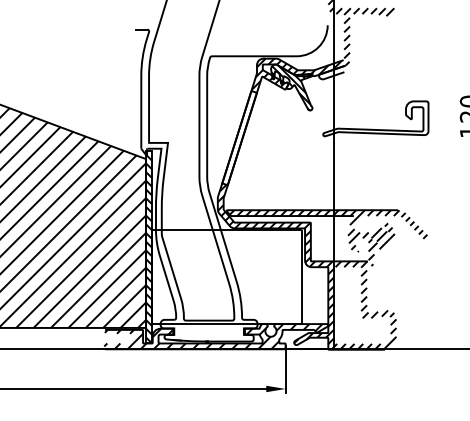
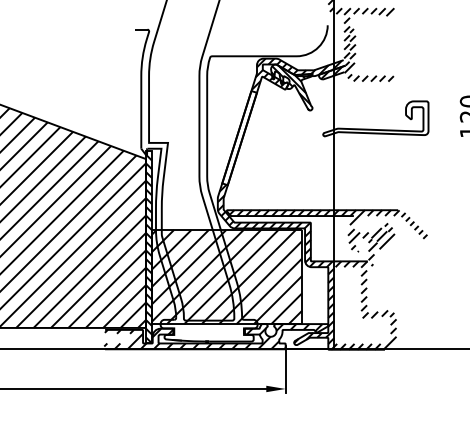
hatch at (357, 54): none -> present
hatch at (226, 276): none -> present
